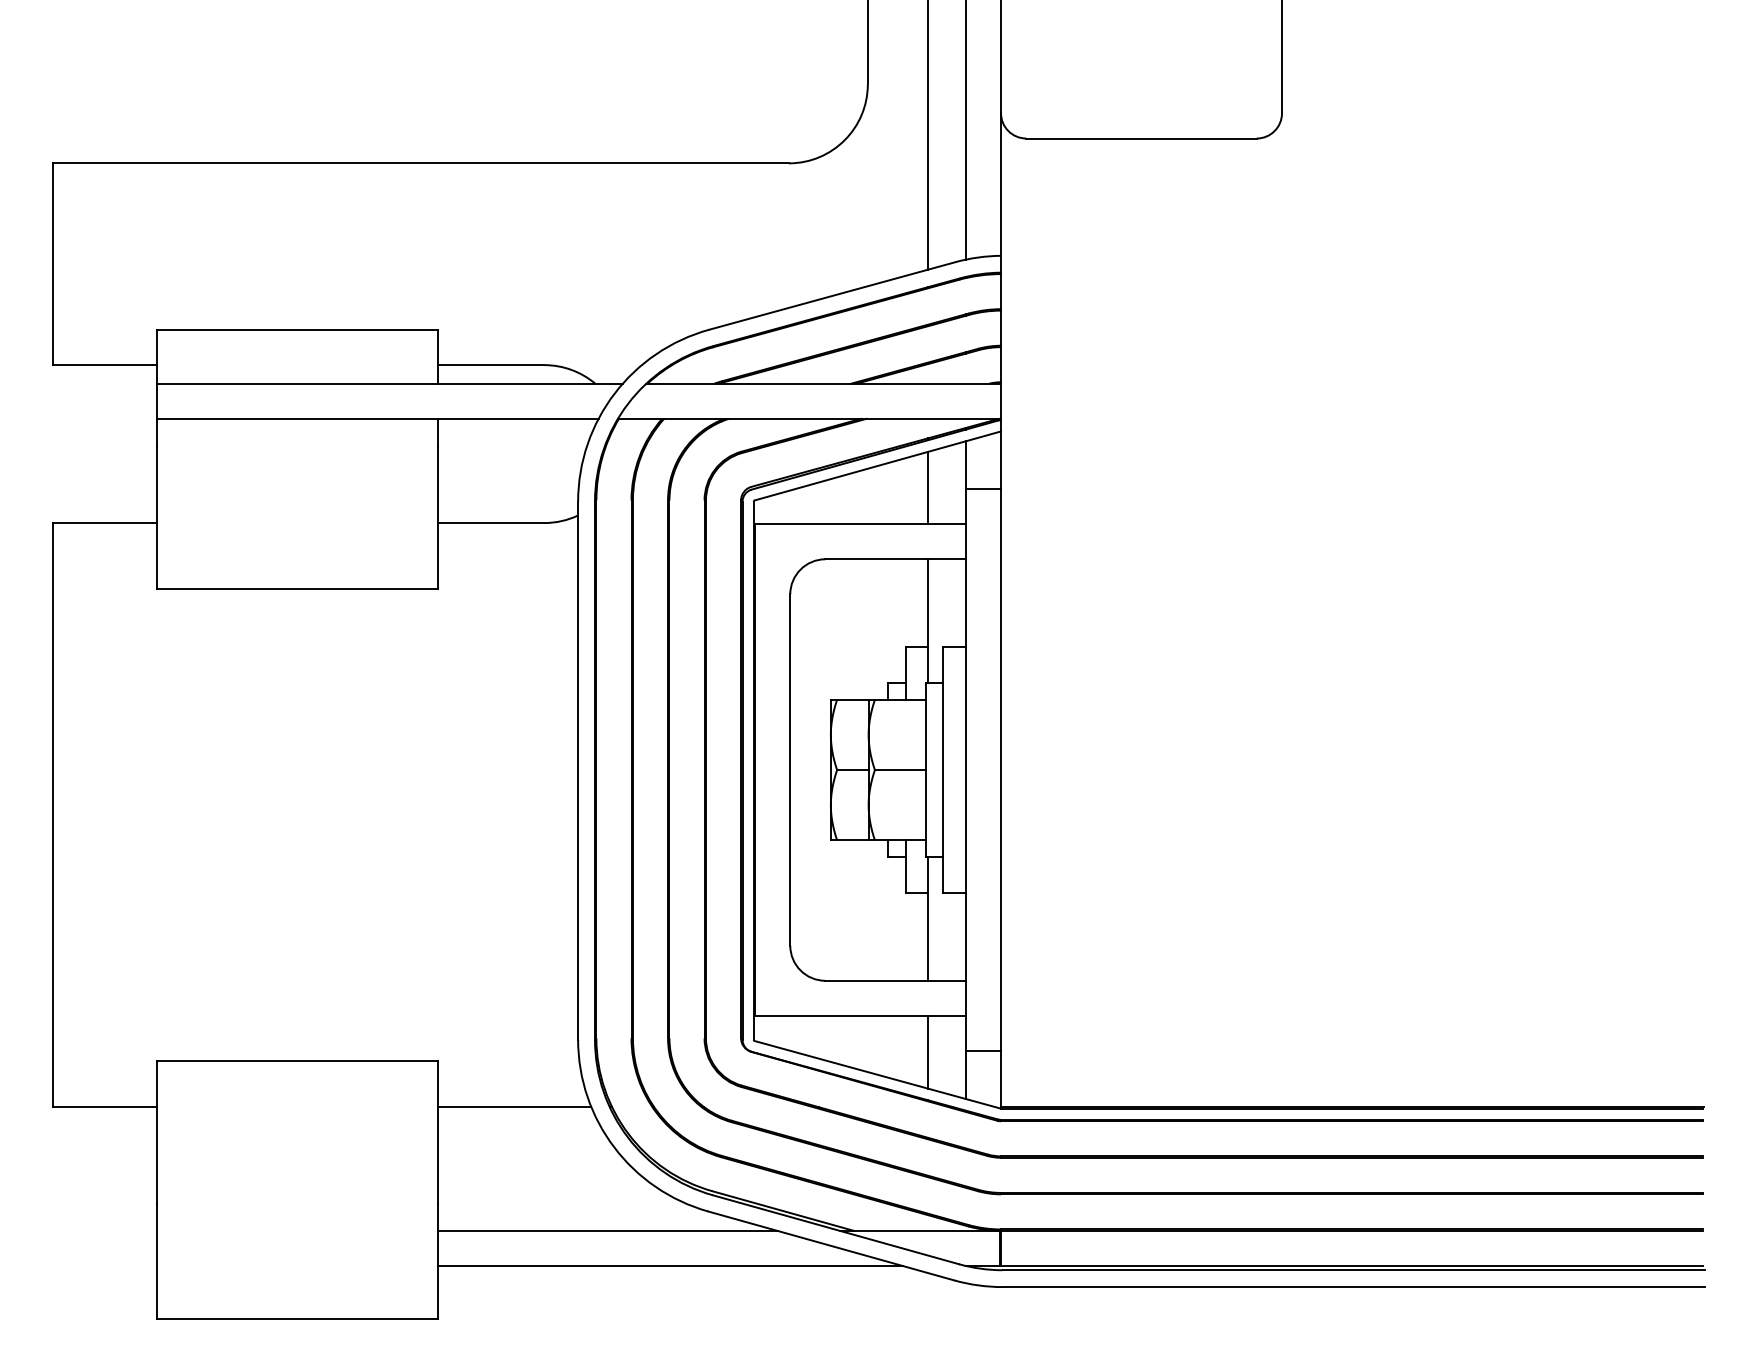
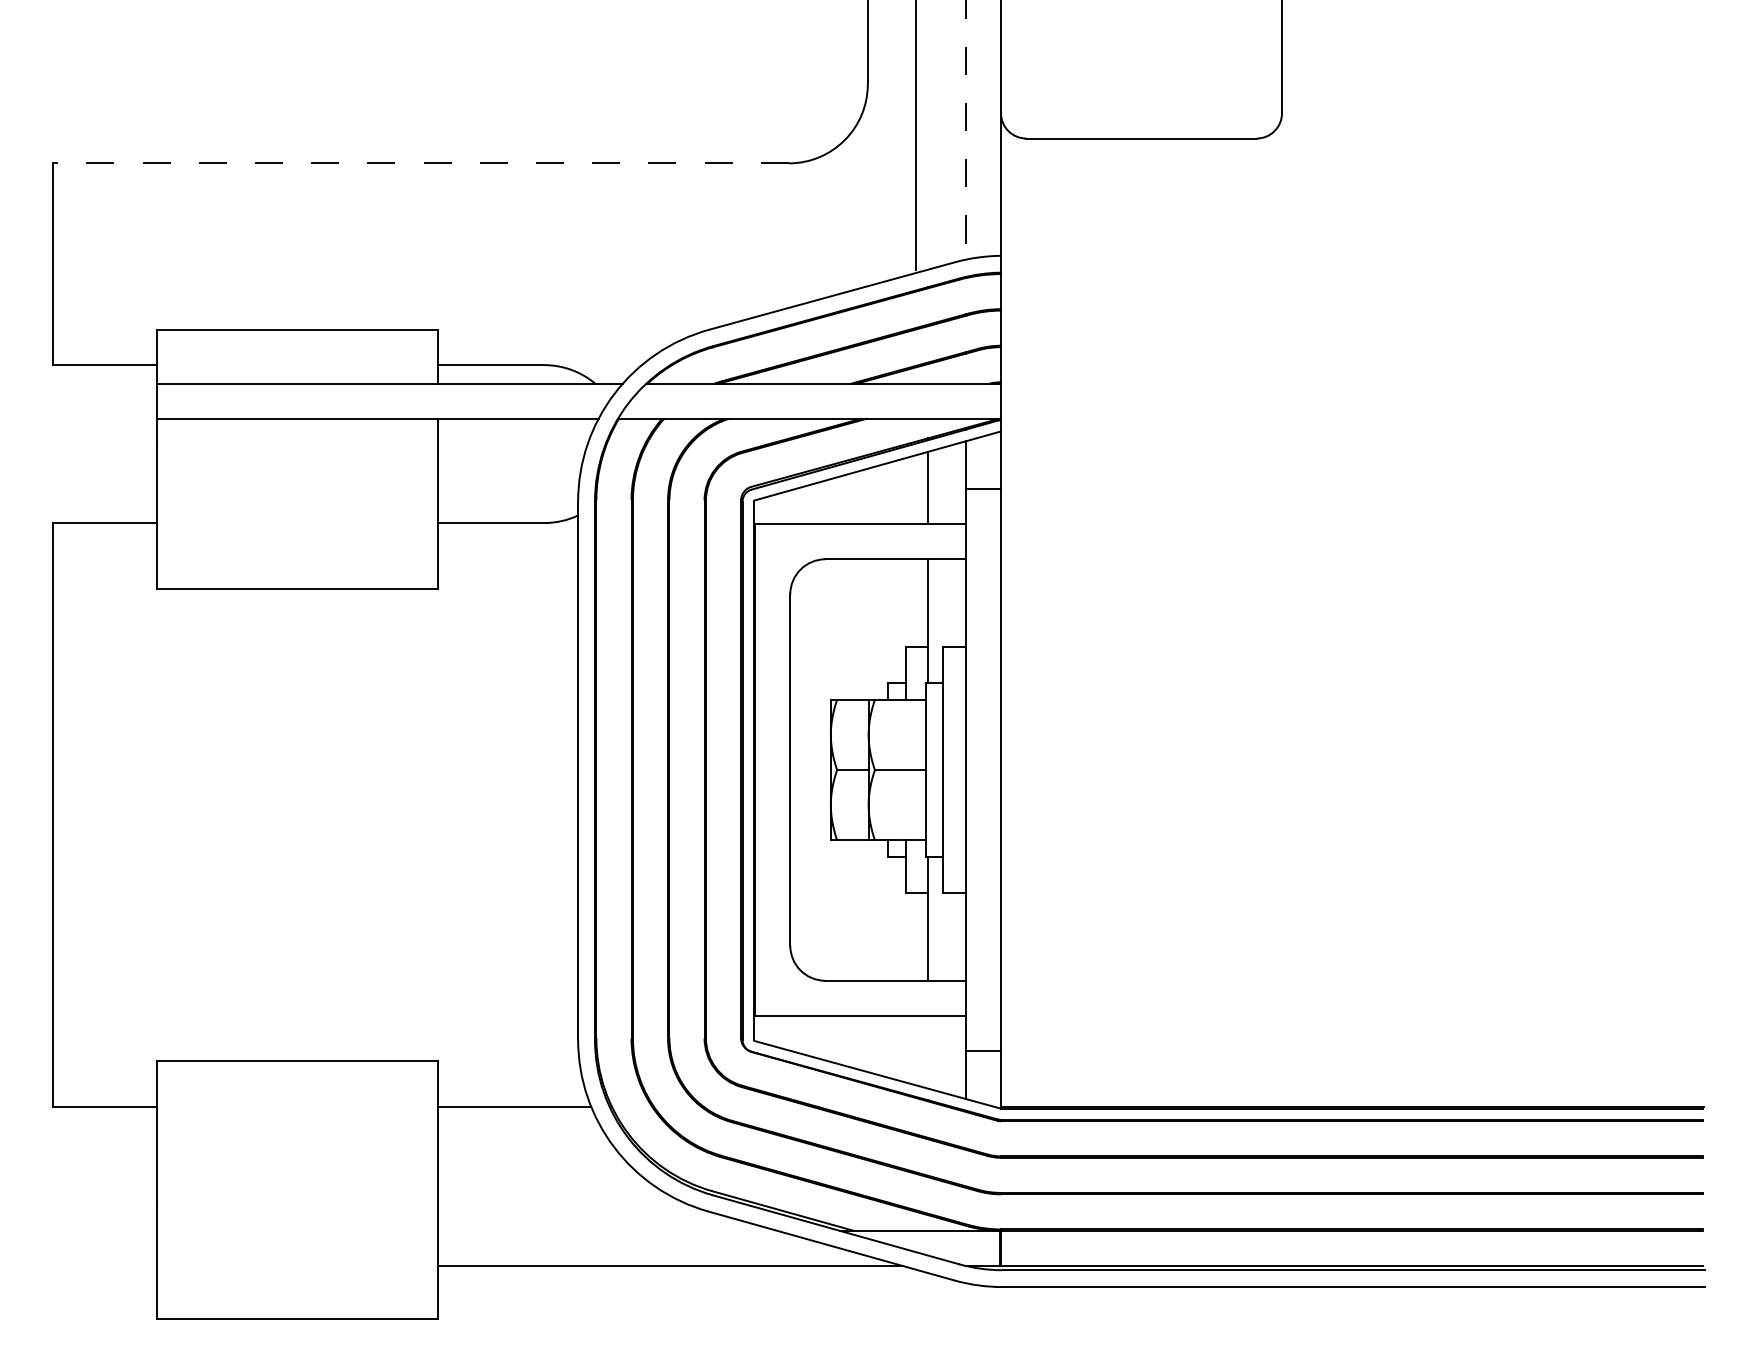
line at (965, 129): solid -> dashed
line at (928, 135) position: (928, 135) -> (916, 135)
line at (420, 163): solid -> dashed
line at (928, 1051): present -> none
line at (607, 1230): present -> none
